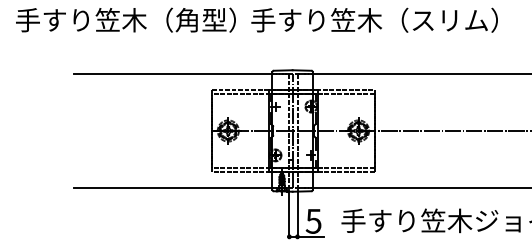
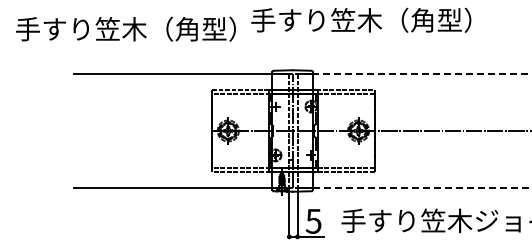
text at (125, 19) position: (125, 19) -> (125, 28)
text at (454, 19): 手すり笠木（スリム） -> 手すり笠木（角型）
line at (421, 74): solid -> dashed
line at (422, 188): solid -> dashed
